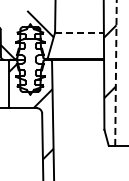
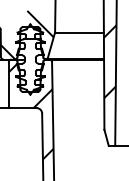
line at (79, 32): dashed -> solid
line at (115, 73): dashed -> solid
